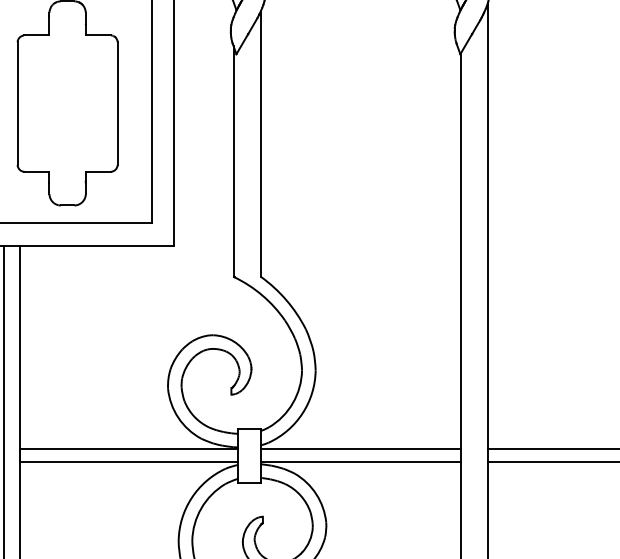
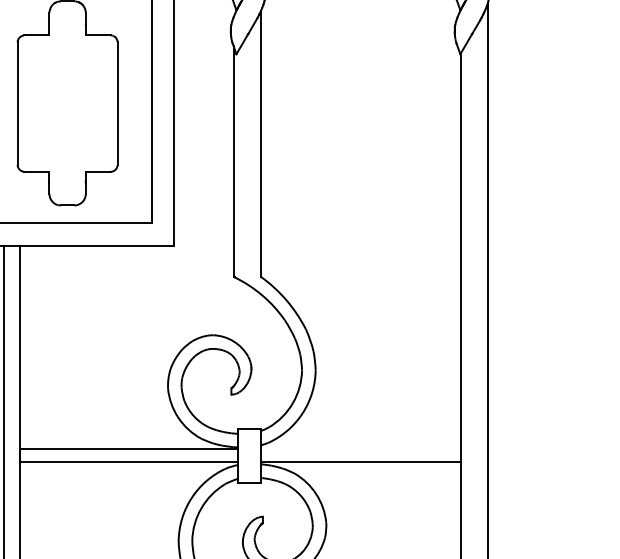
line at (360, 448): present -> none
line at (552, 448): present -> none
line at (552, 462): present -> none
